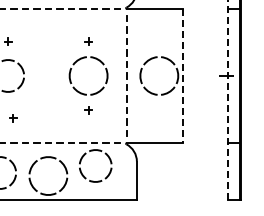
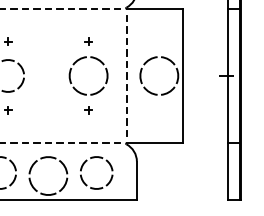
line at (182, 76): dashed -> solid
line at (228, 99): dashed -> solid
part at (13, 118) position: (13, 118) -> (8, 110)
part at (93, 151) position: (93, 151) -> (94, 158)
